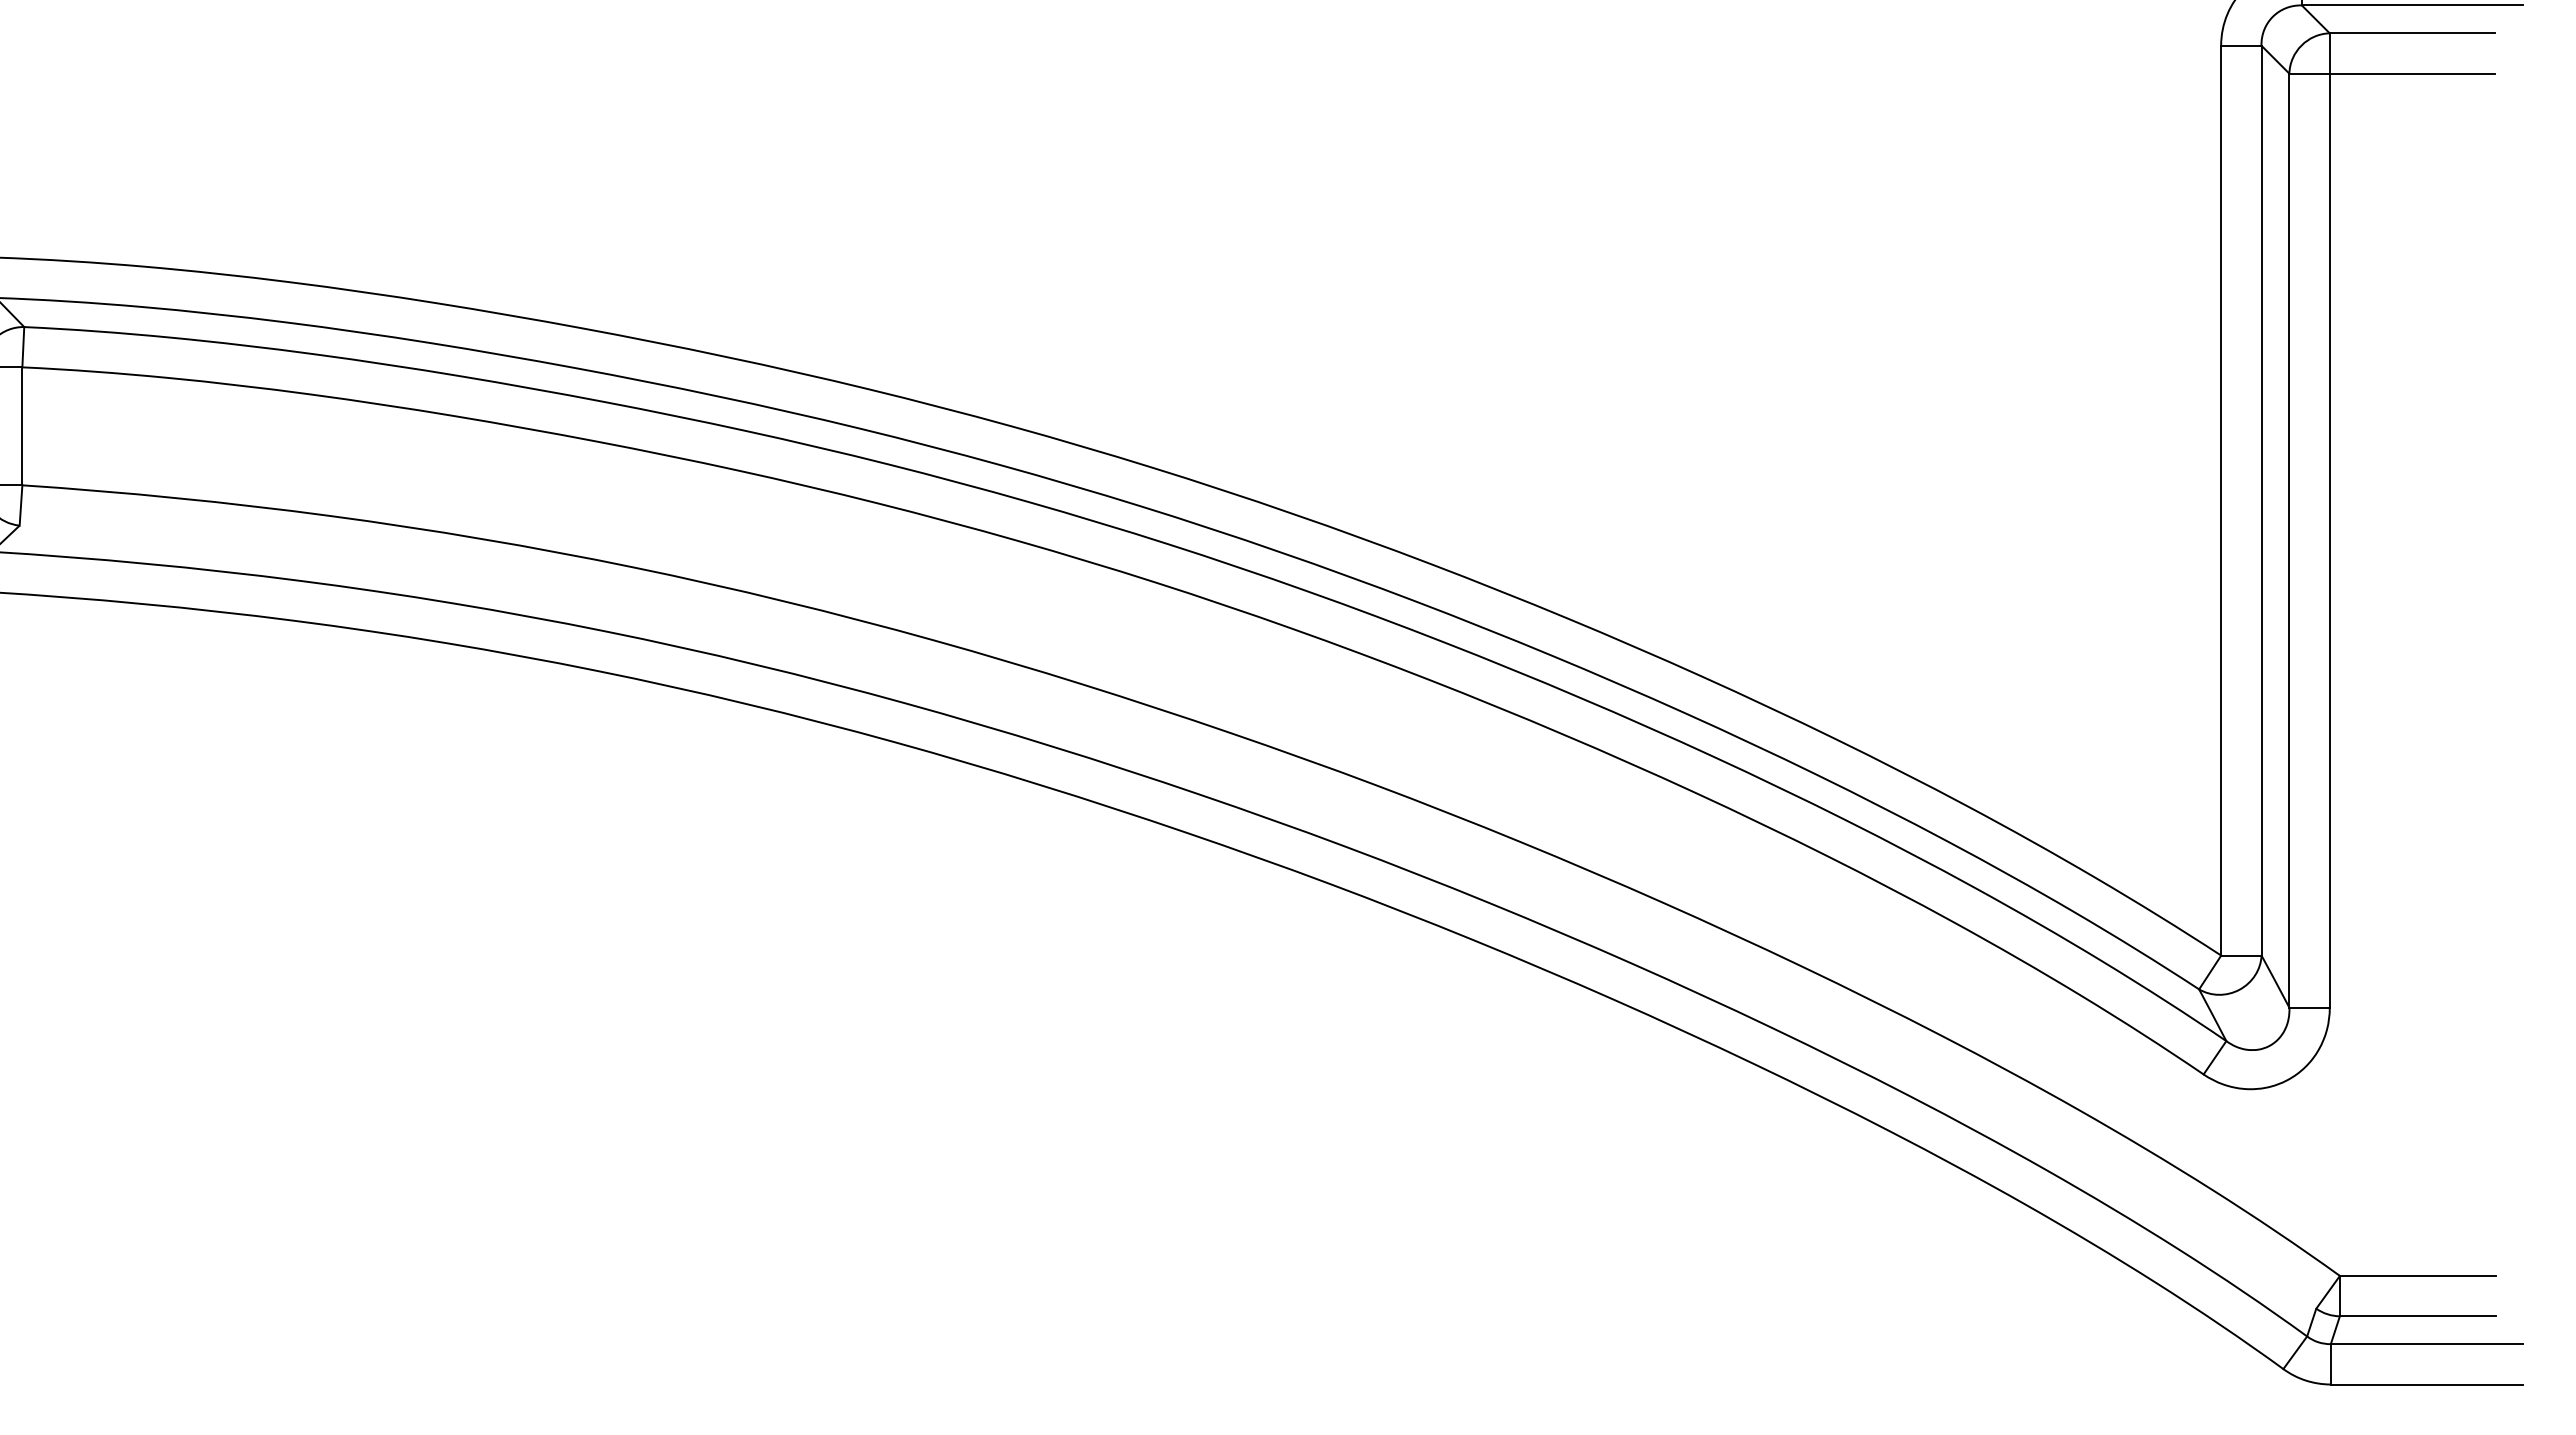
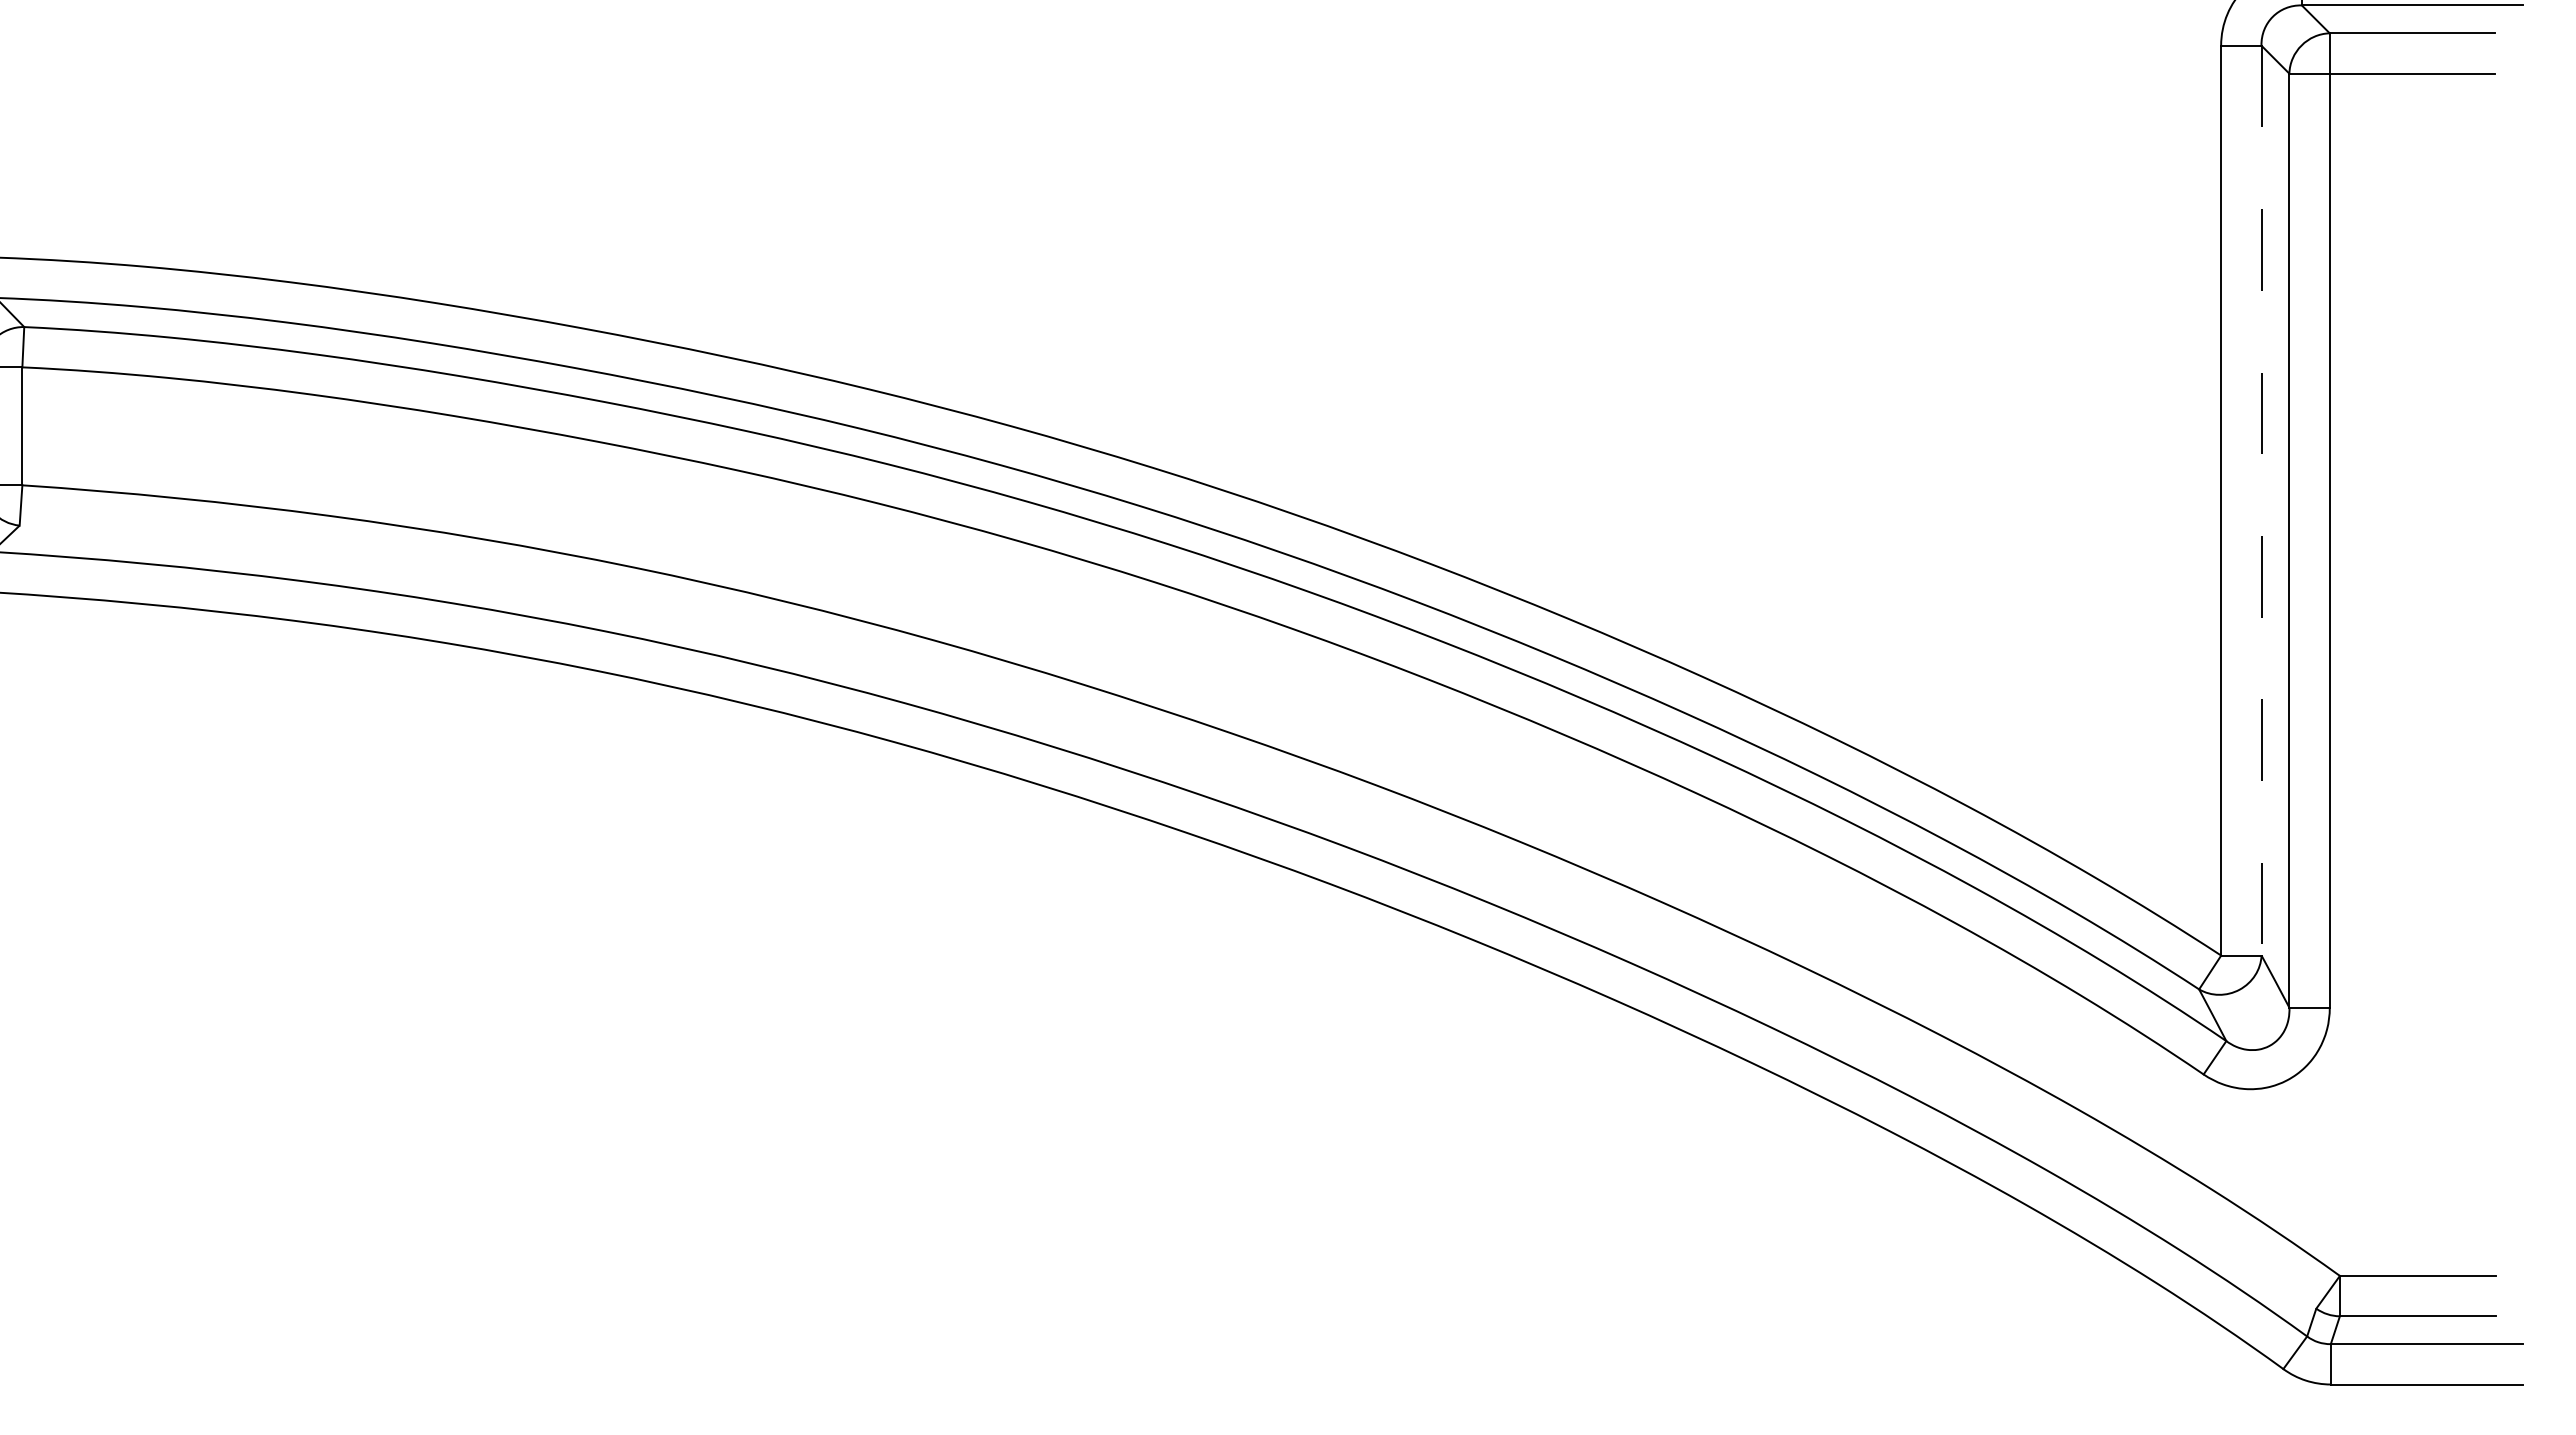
line at (2261, 500): solid -> dashed
